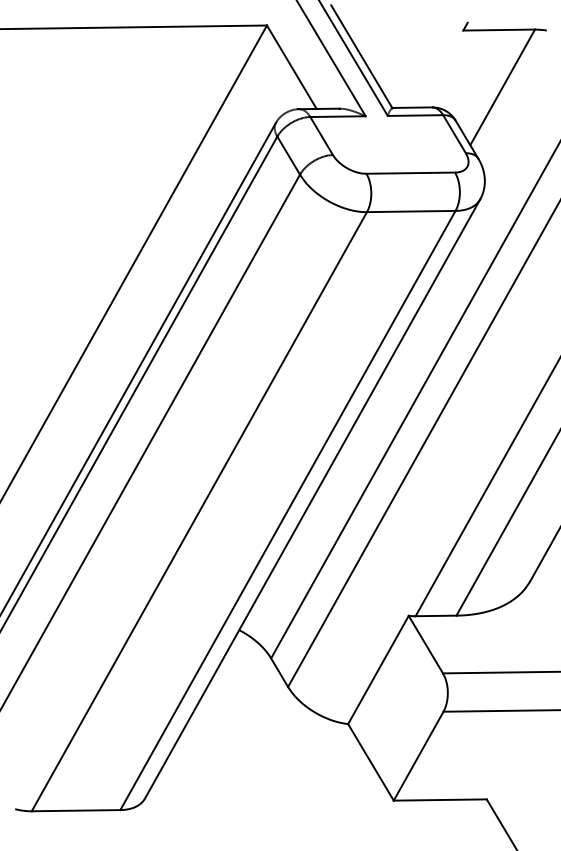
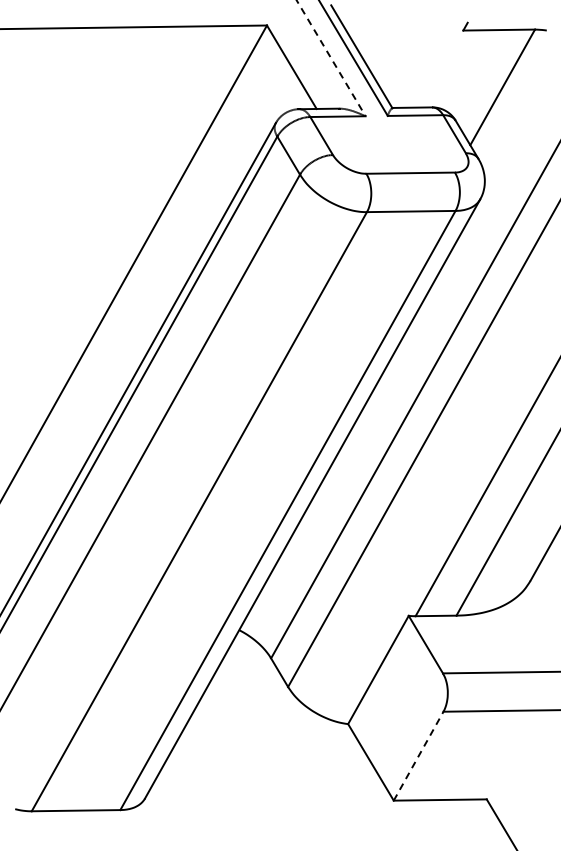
line at (331, 58): solid -> dashed
line at (418, 756): solid -> dashed
